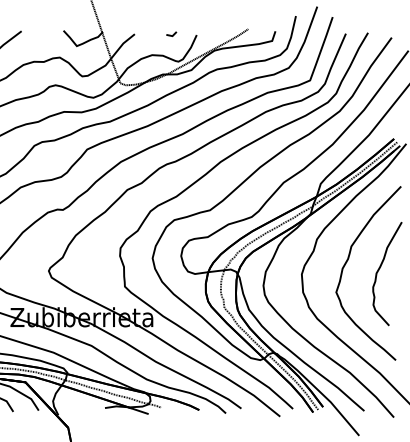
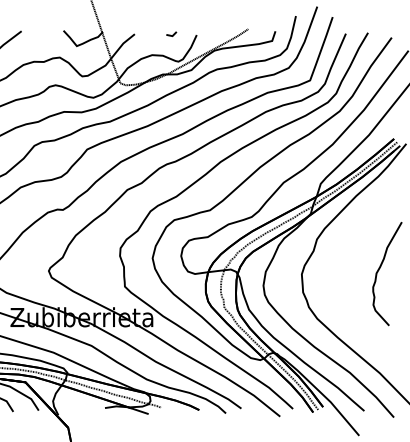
curve at (347, 262): present -> none
